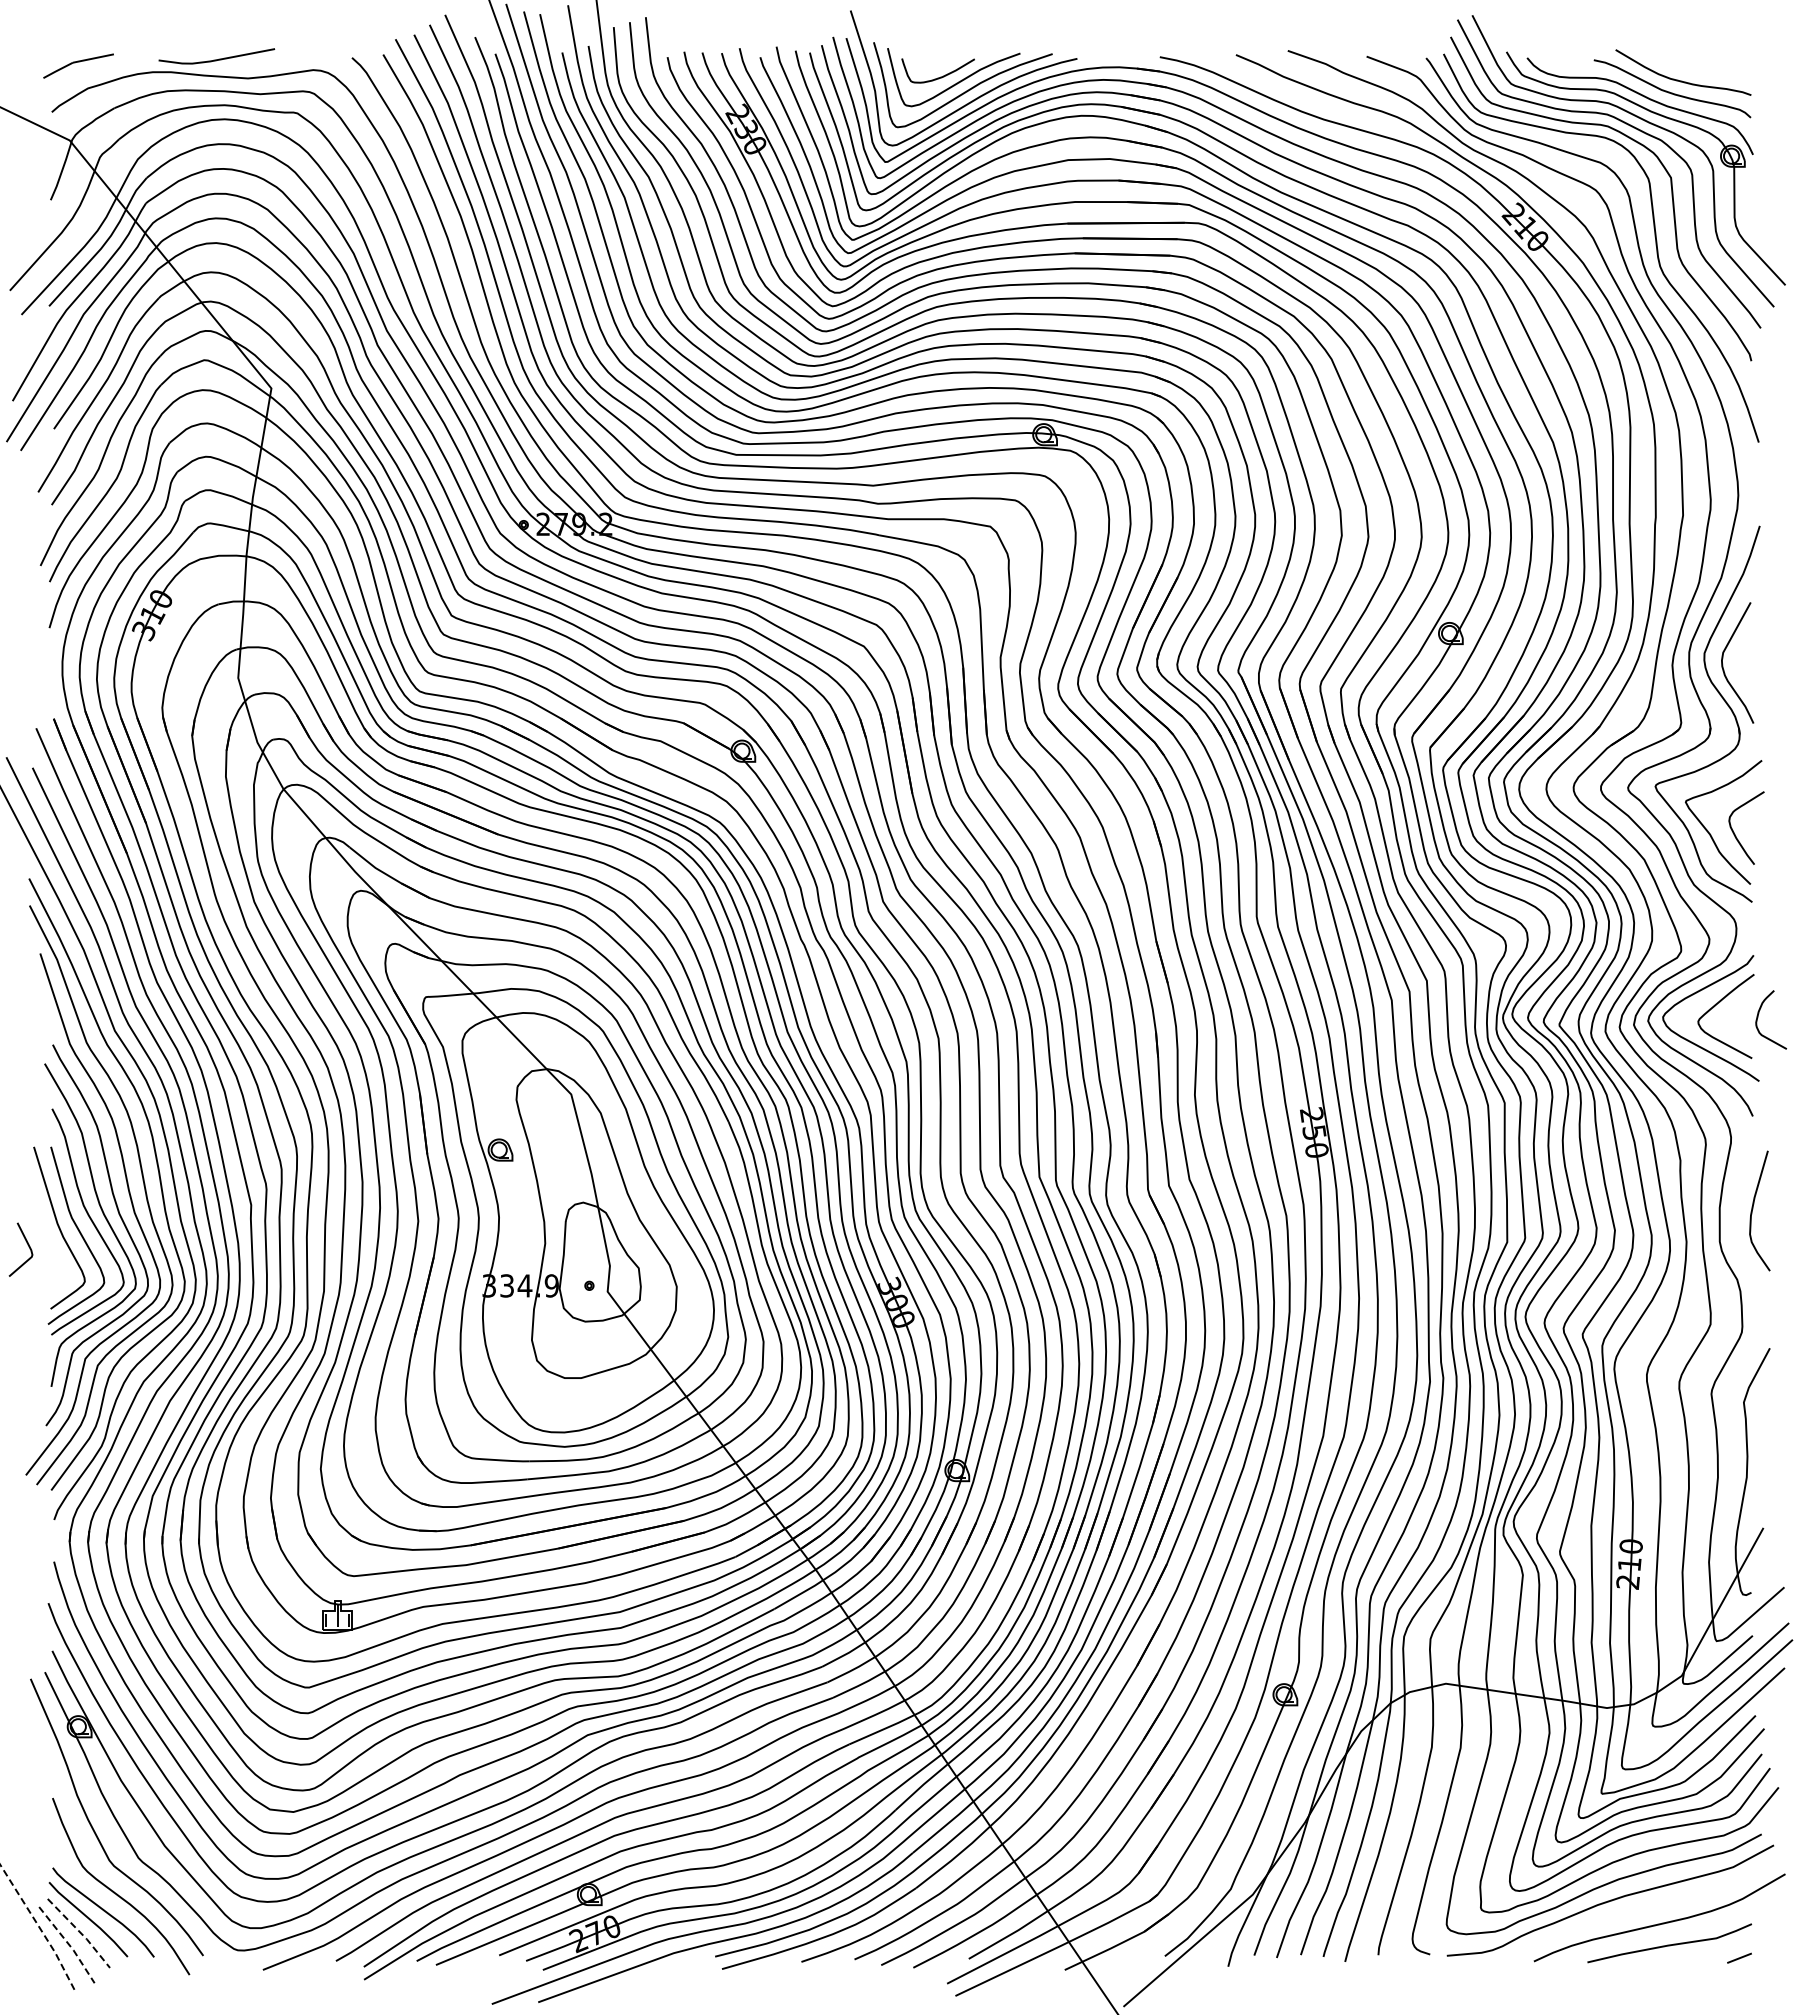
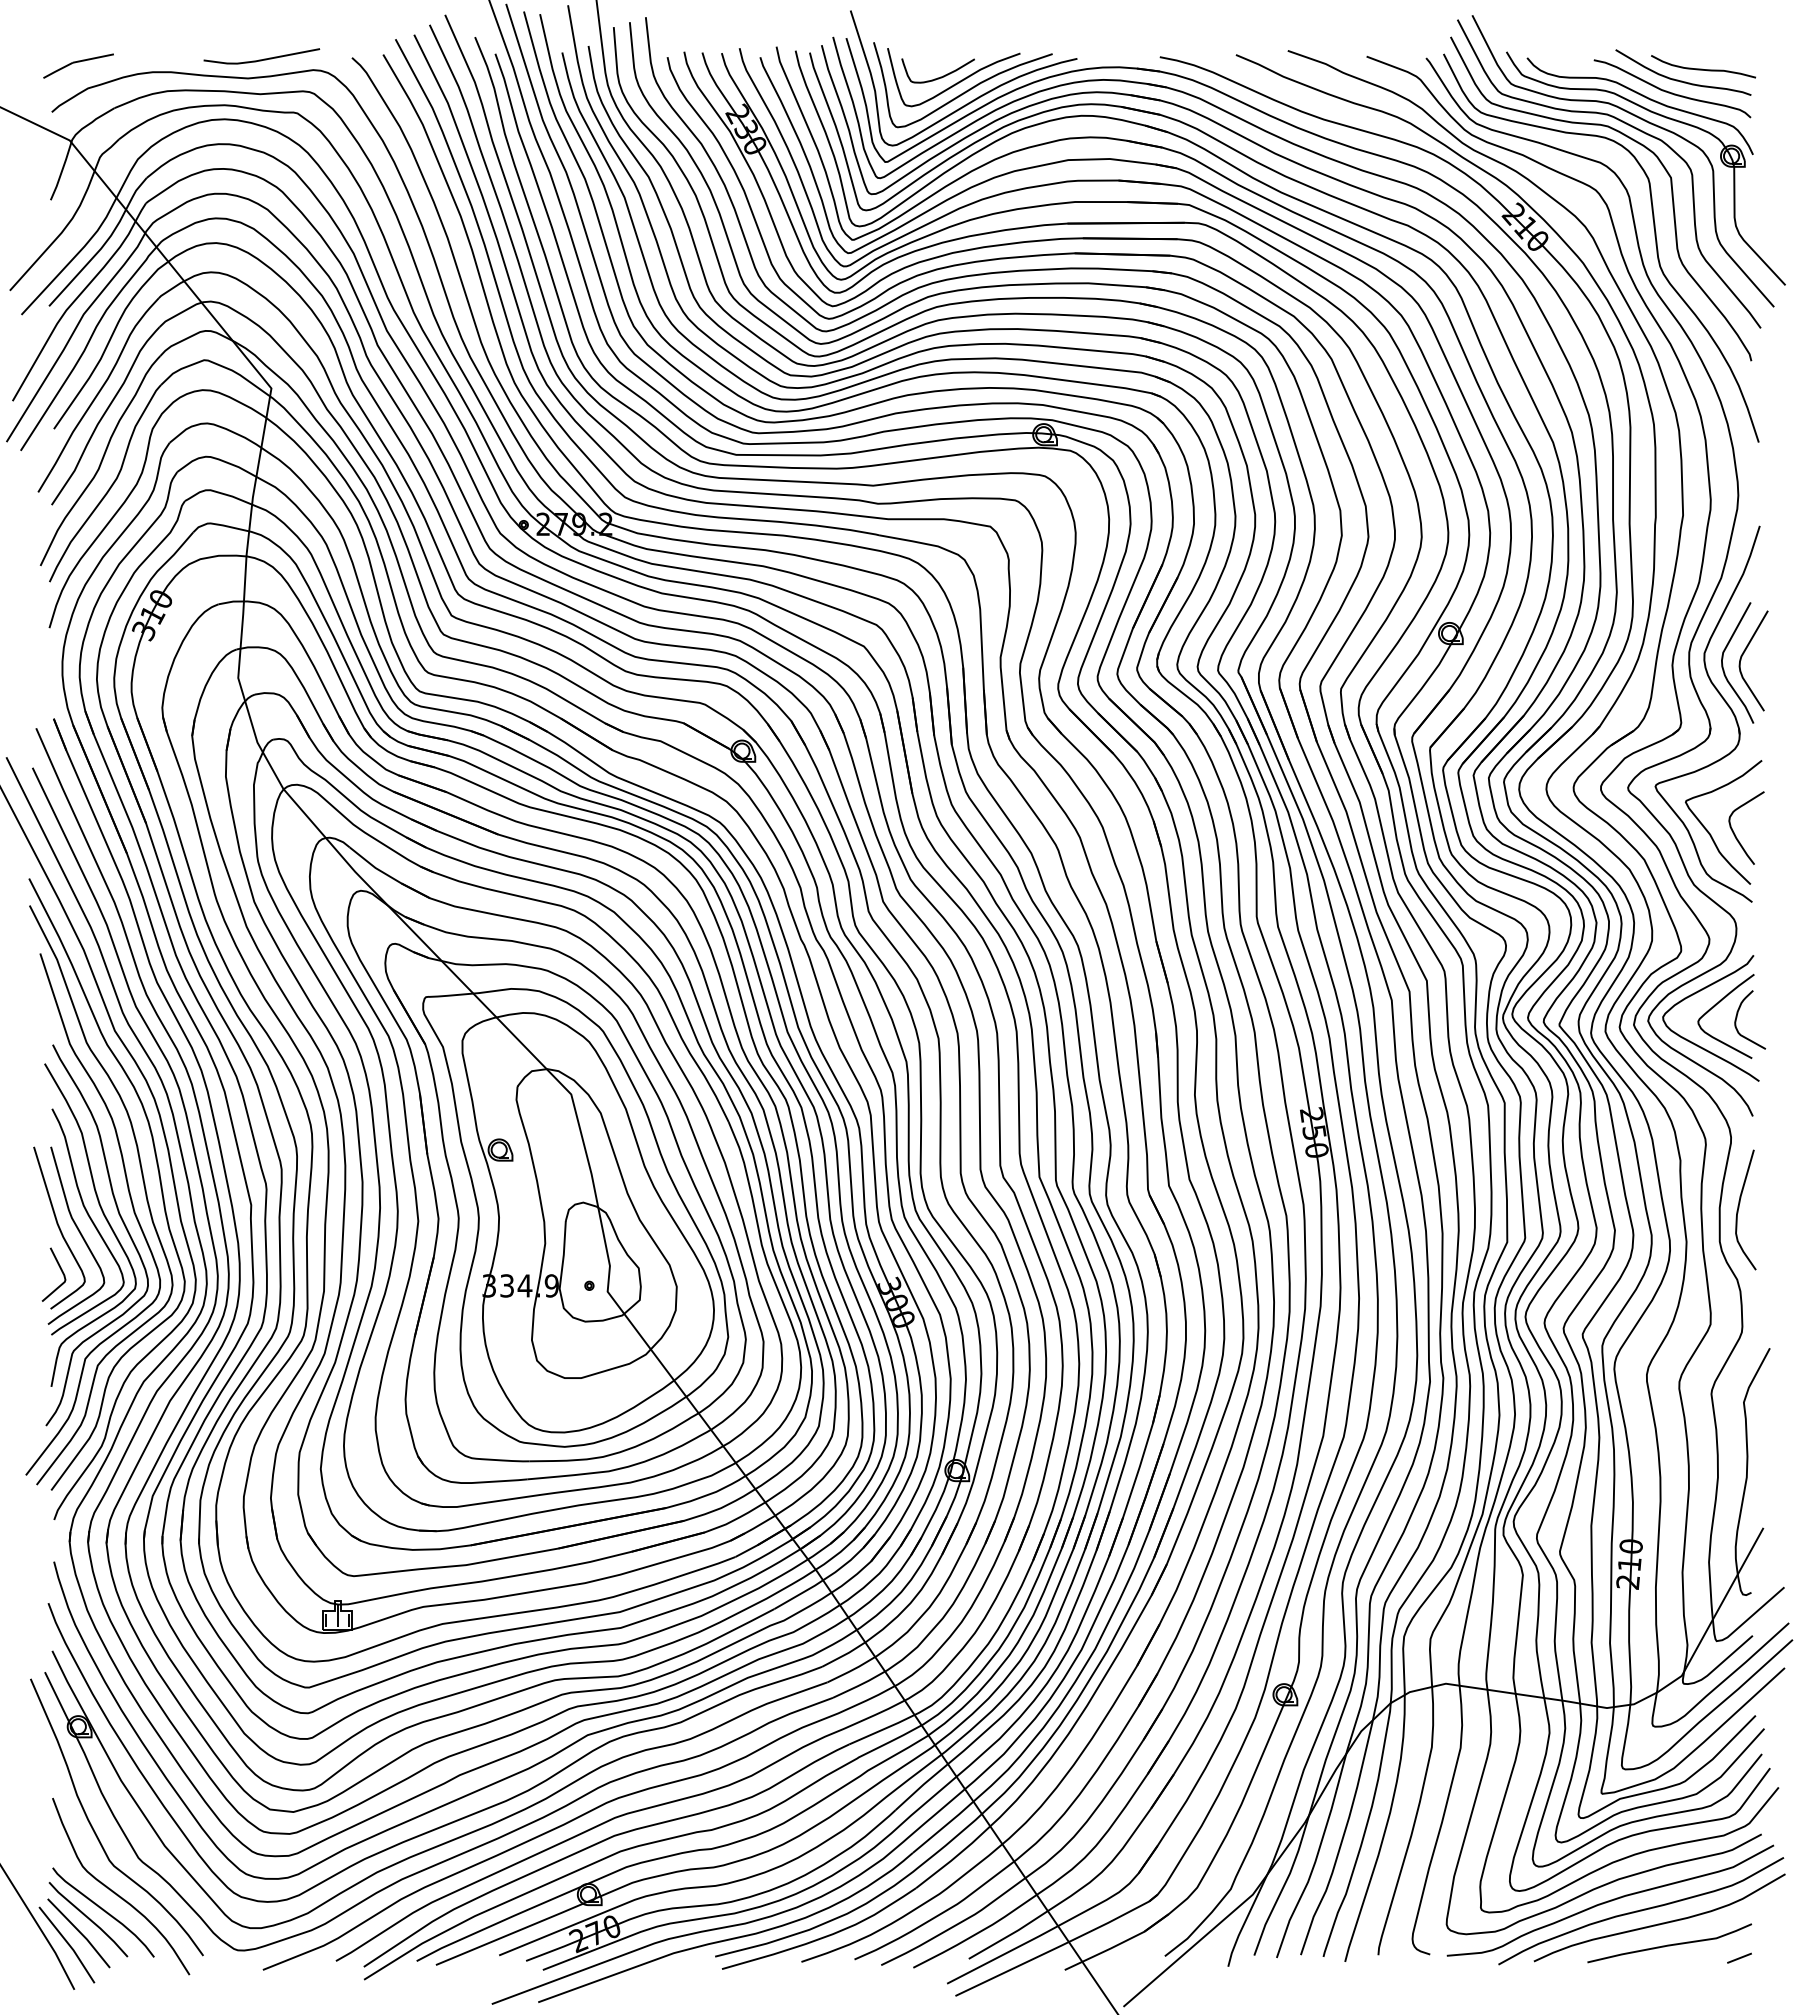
line at (216, 59) position: (216, 59) -> (261, 59)
curve at (1702, 68): none -> present
curve at (1743, 655): none -> present
curve at (1758, 1017) position: (1758, 1017) -> (1737, 1017)
curve at (1753, 1209) position: (1753, 1209) -> (1739, 1208)
line at (27, 1245) position: (27, 1245) -> (60, 1270)
curve at (1641, 1911): none -> present
line at (39, 1927): dashed -> solid
line at (80, 1932): dashed -> solid
line at (69, 1944): dashed -> solid
